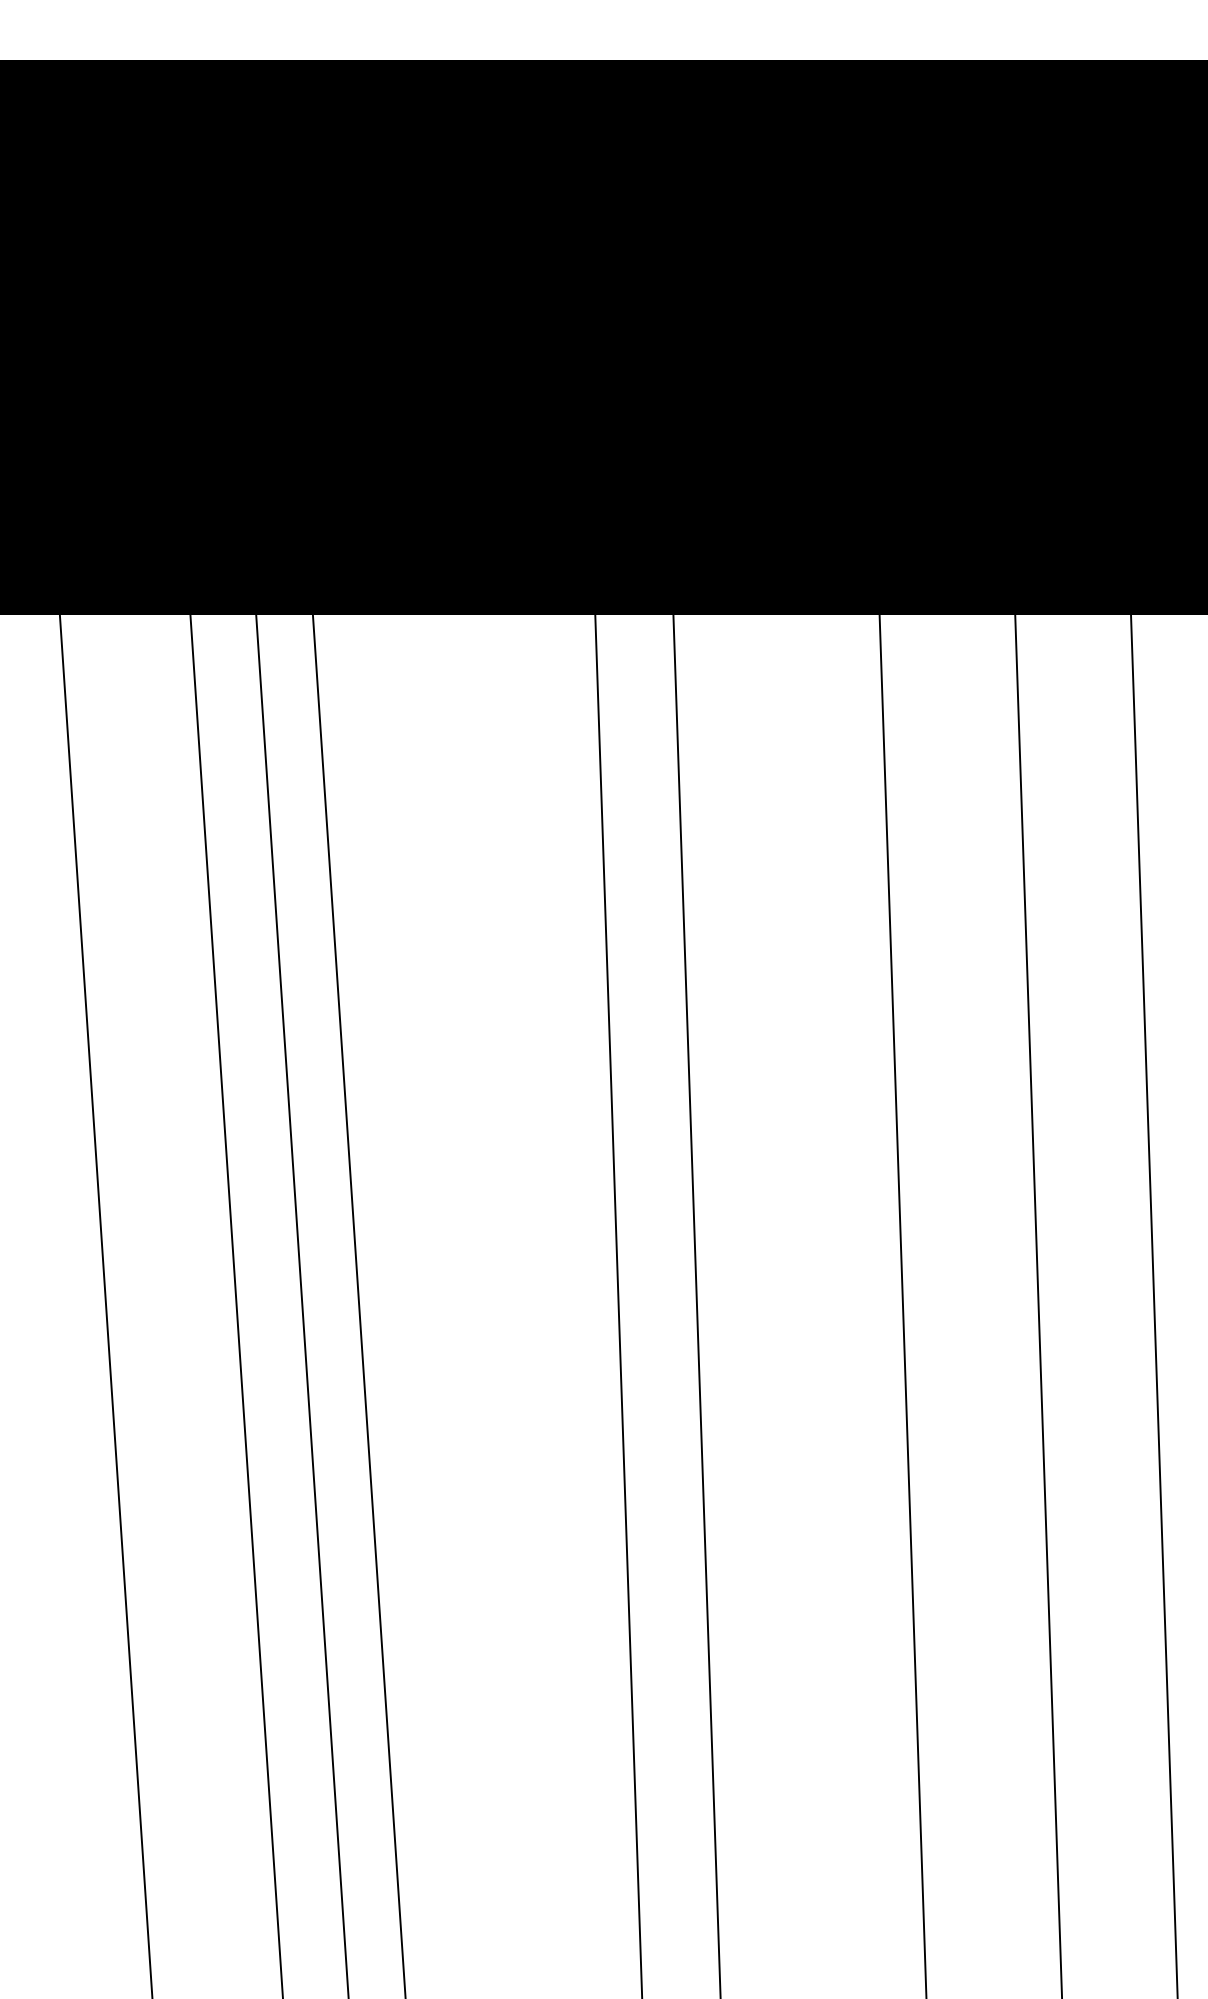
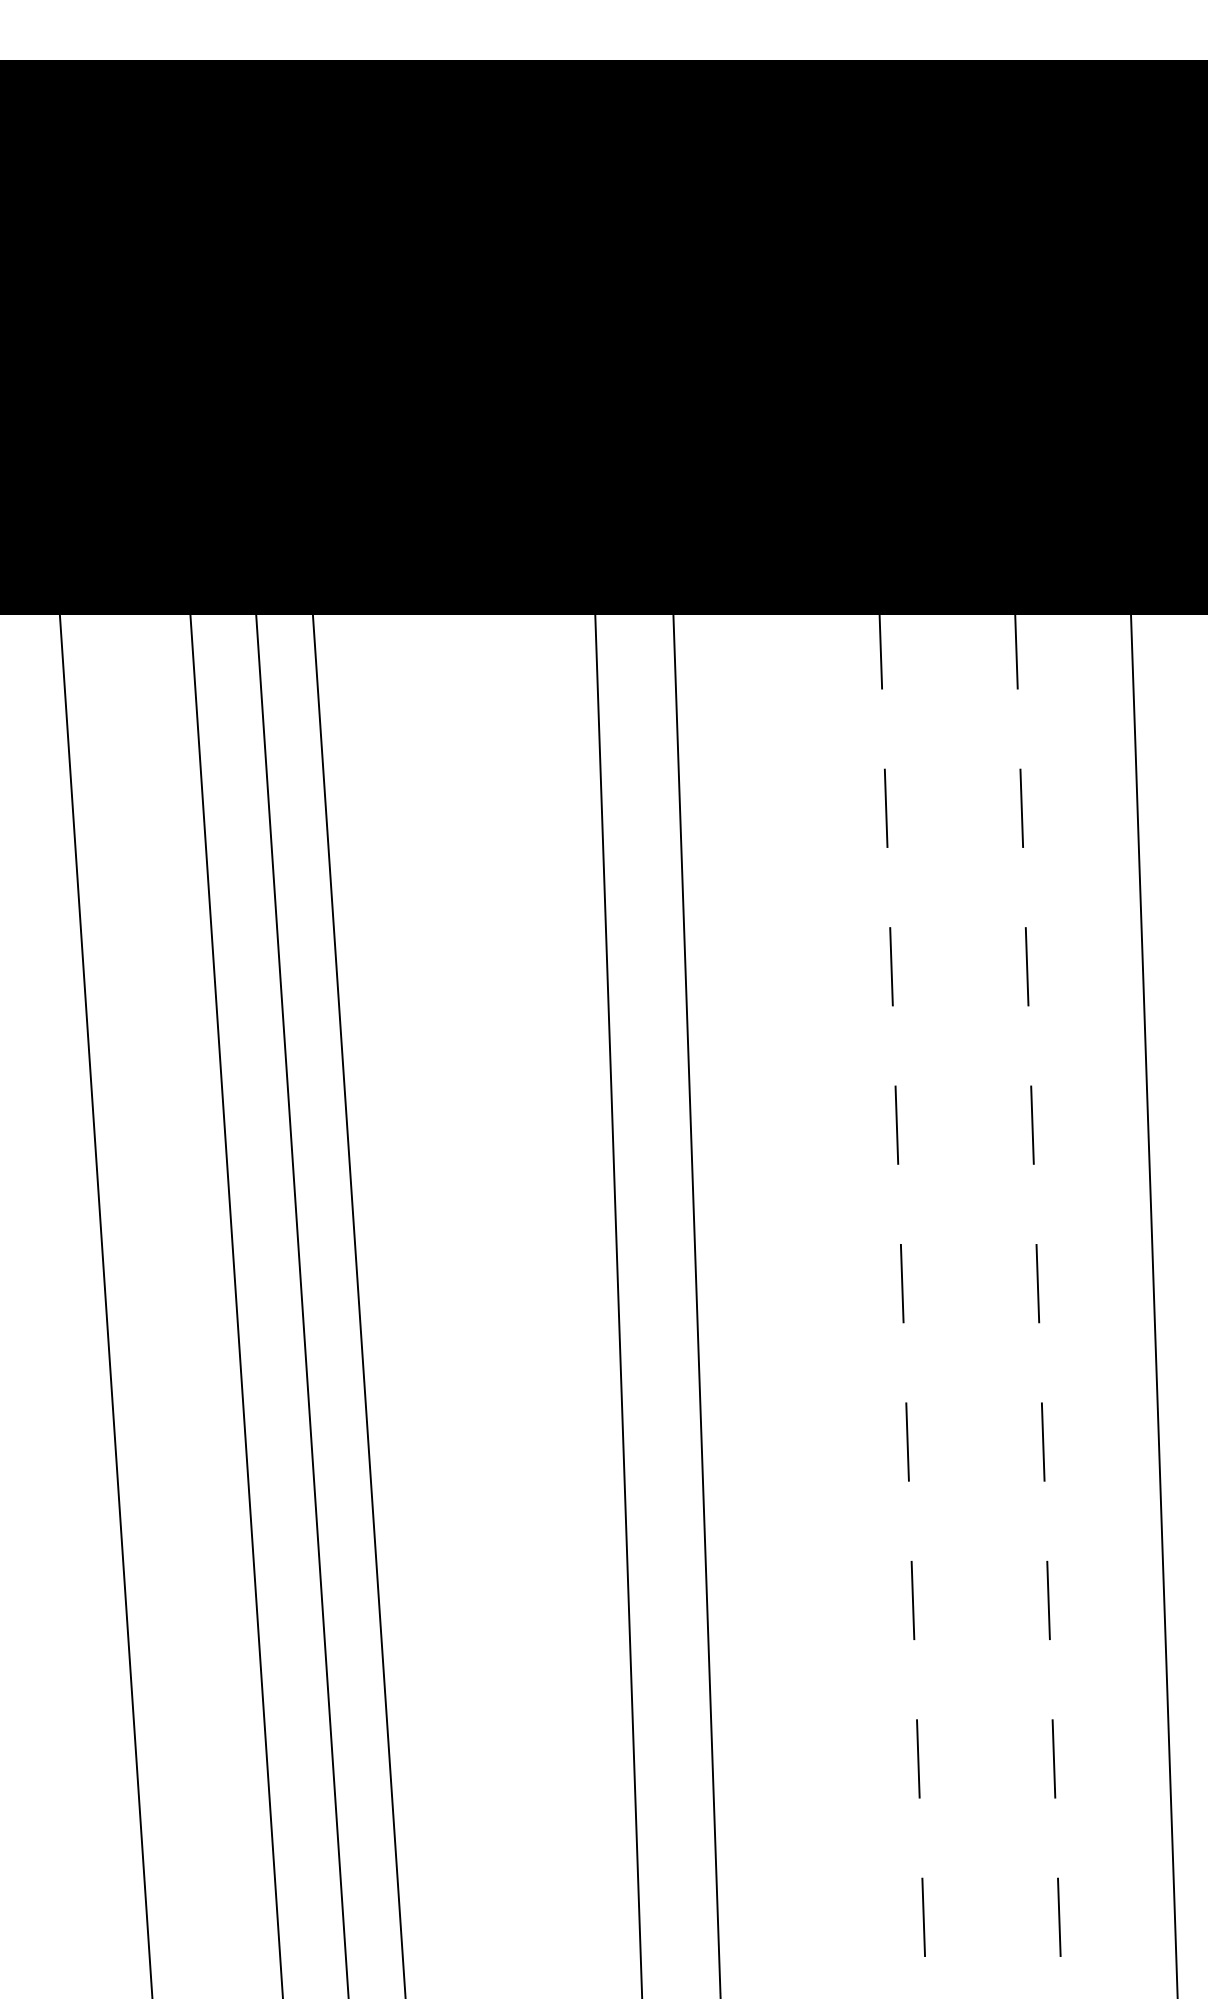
line at (899, 1202): solid -> dashed
line at (1035, 1202): solid -> dashed
